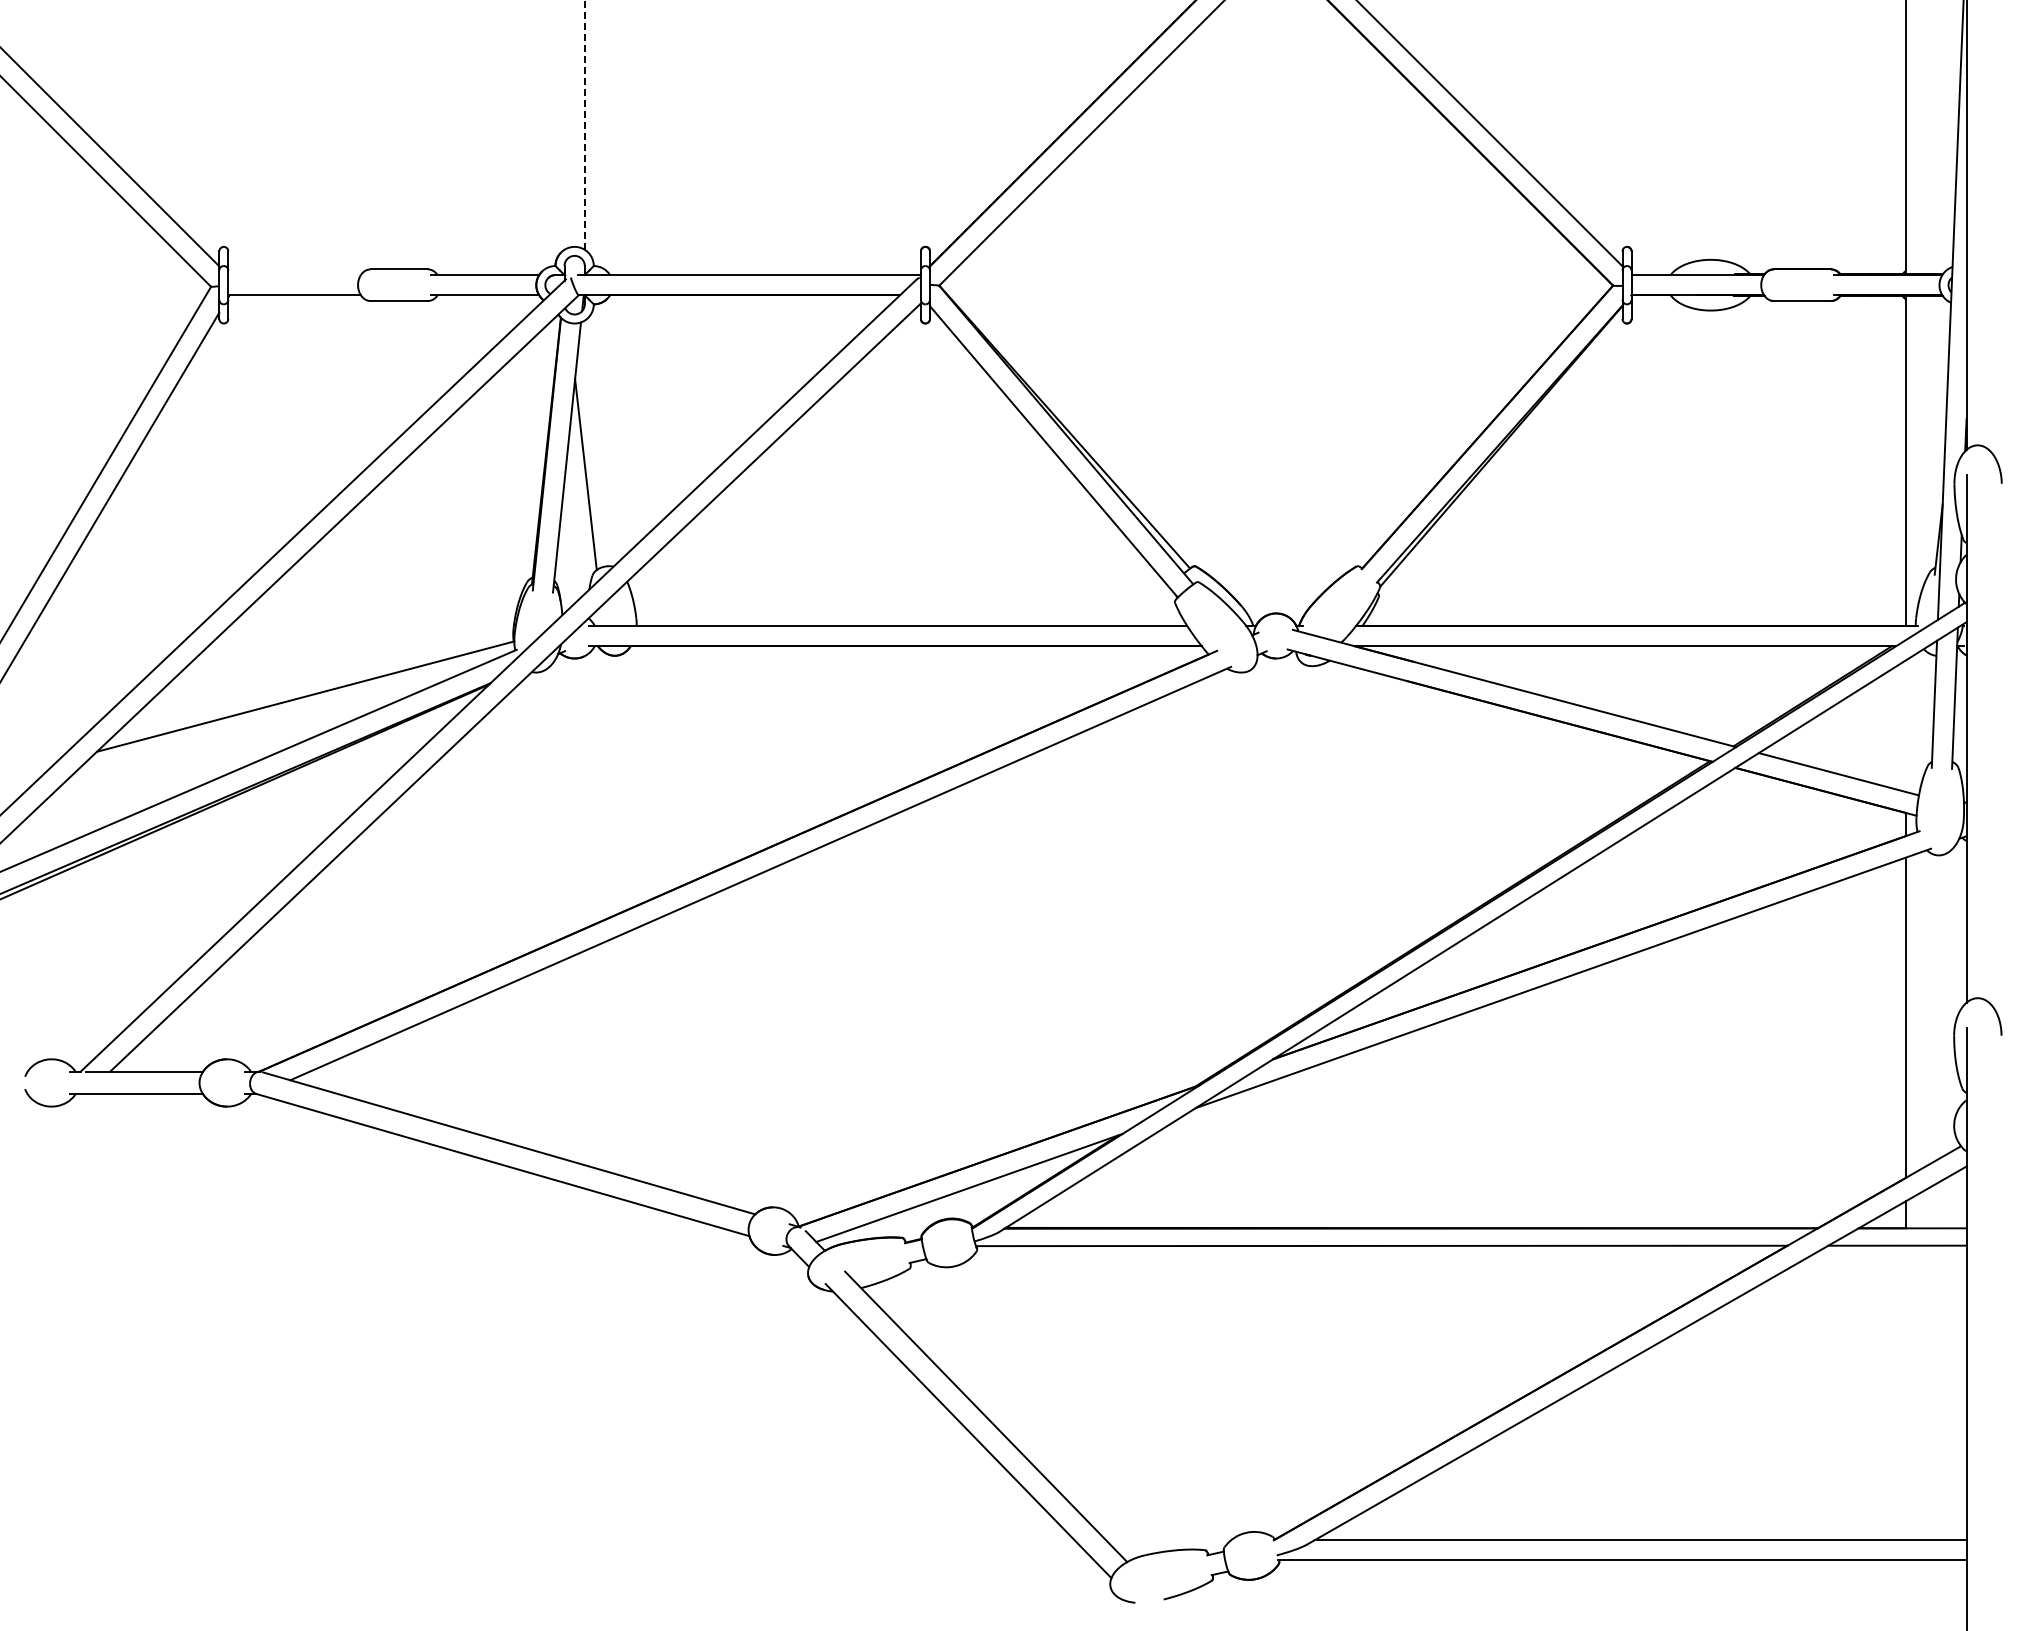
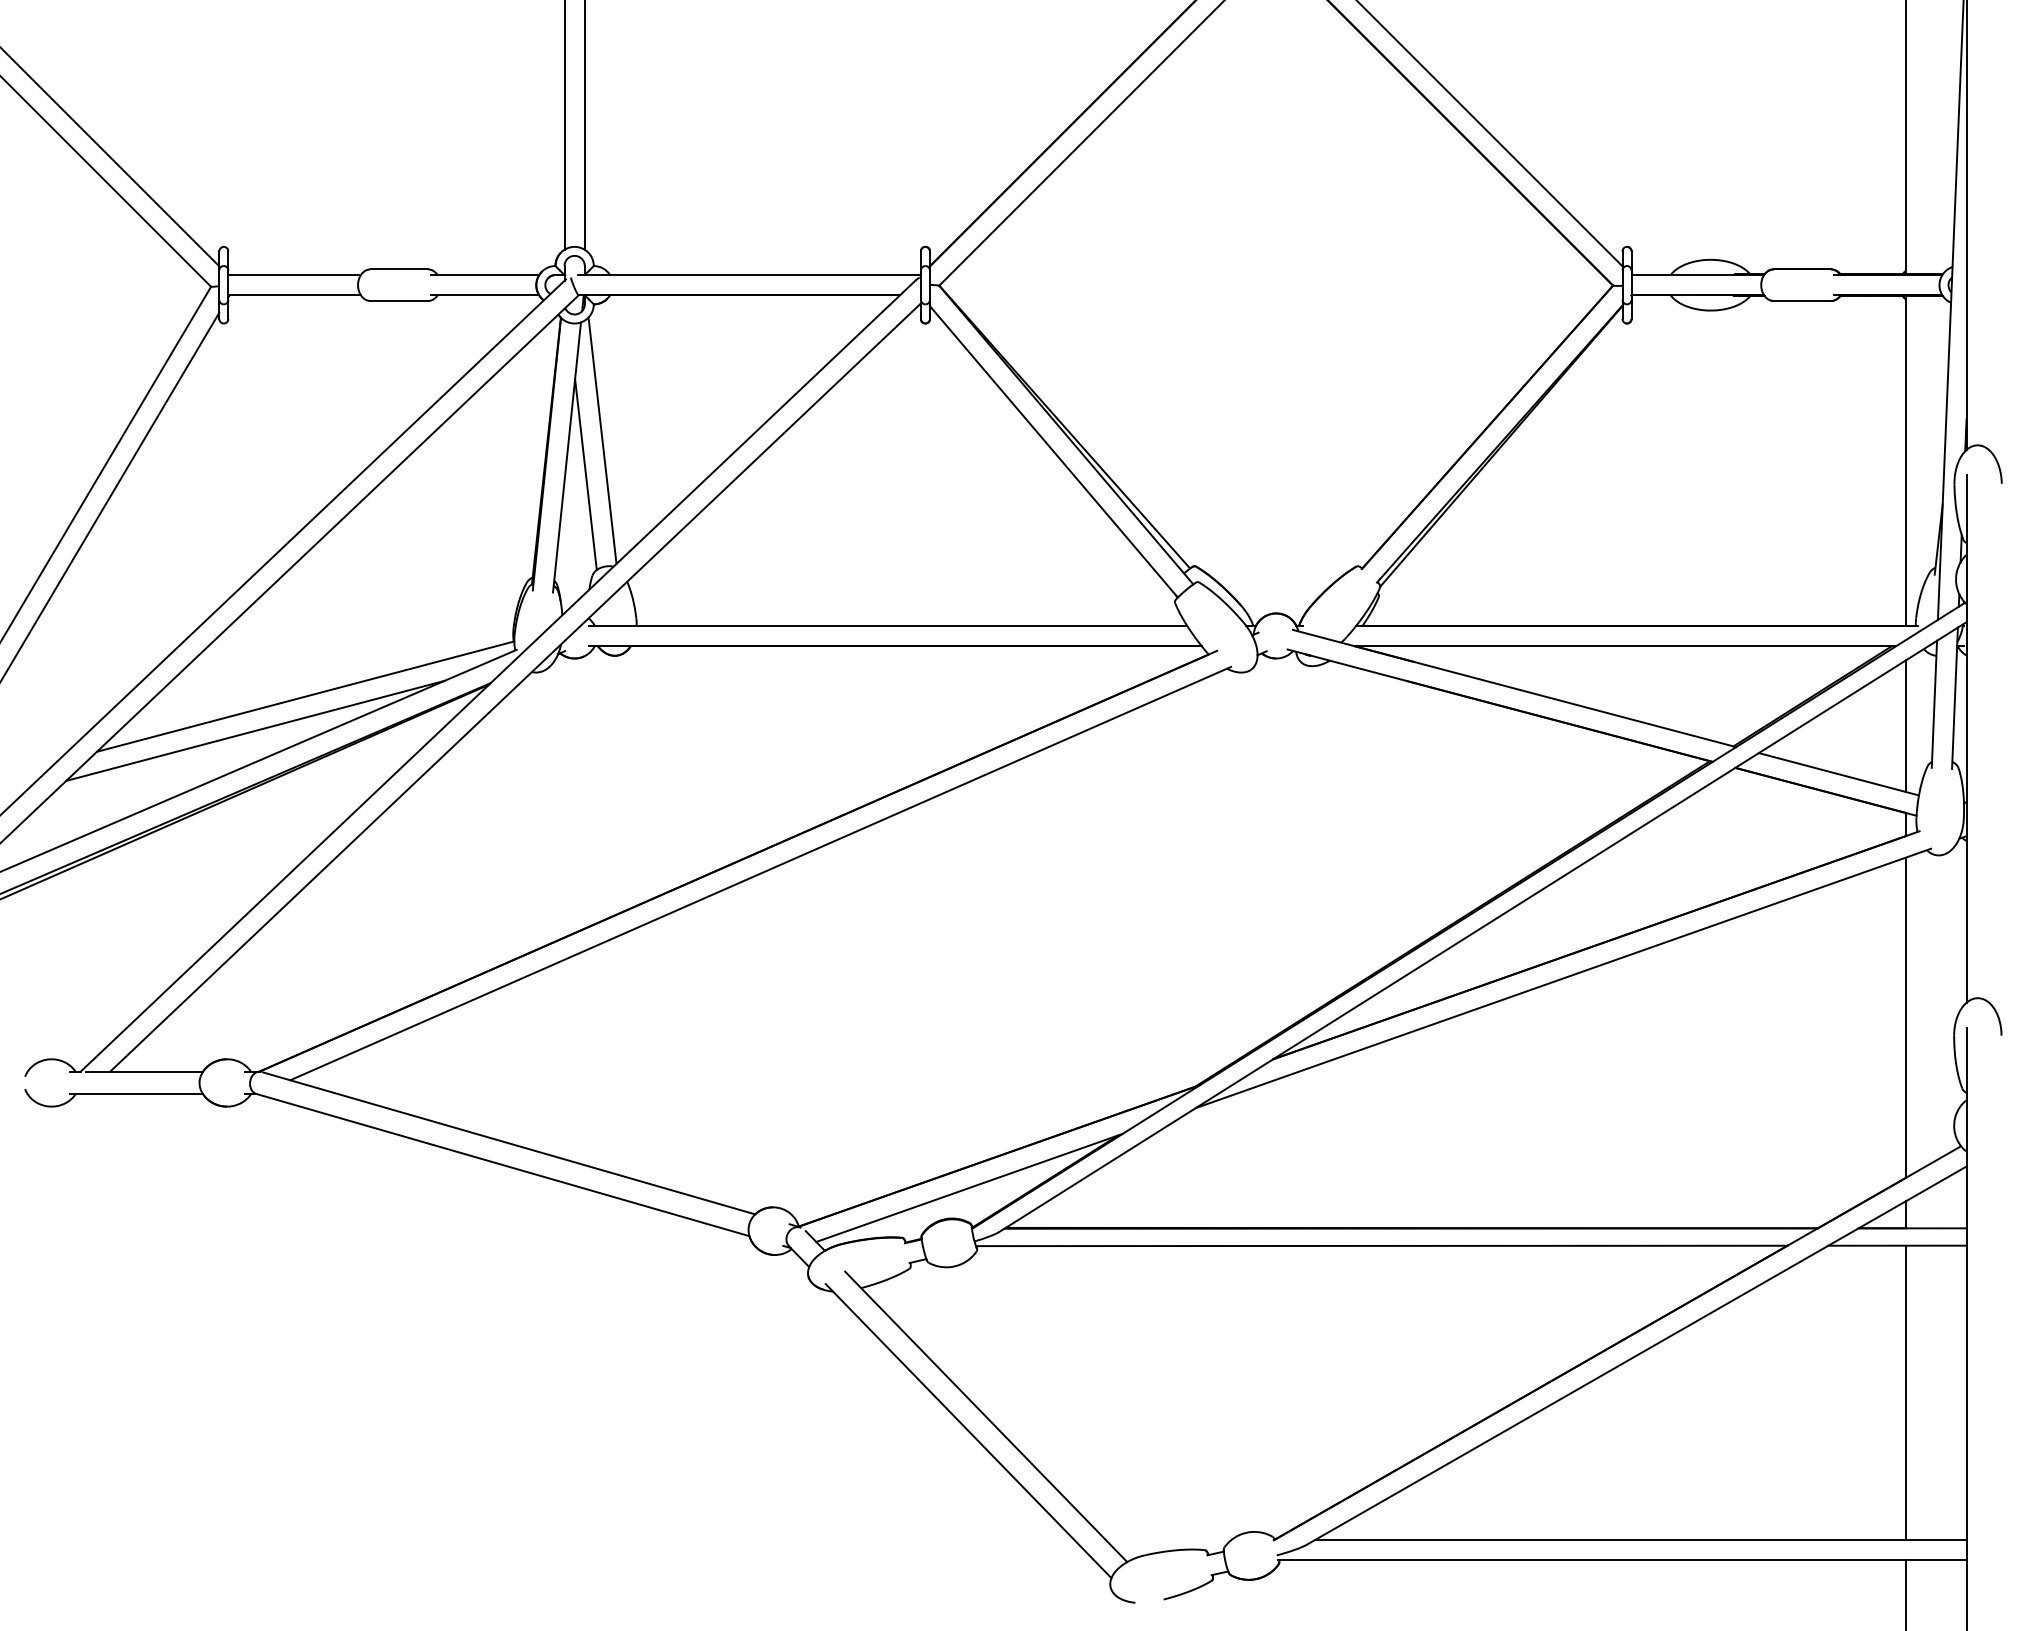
line at (584, 124): dashed -> solid
line at (564, 125): none -> present
line at (294, 275): none -> present
line at (602, 440): none -> present
line at (1906, 726): none -> present
line at (255, 730): none -> present
line at (1906, 1392): none -> present
line at (1906, 1593): none -> present
